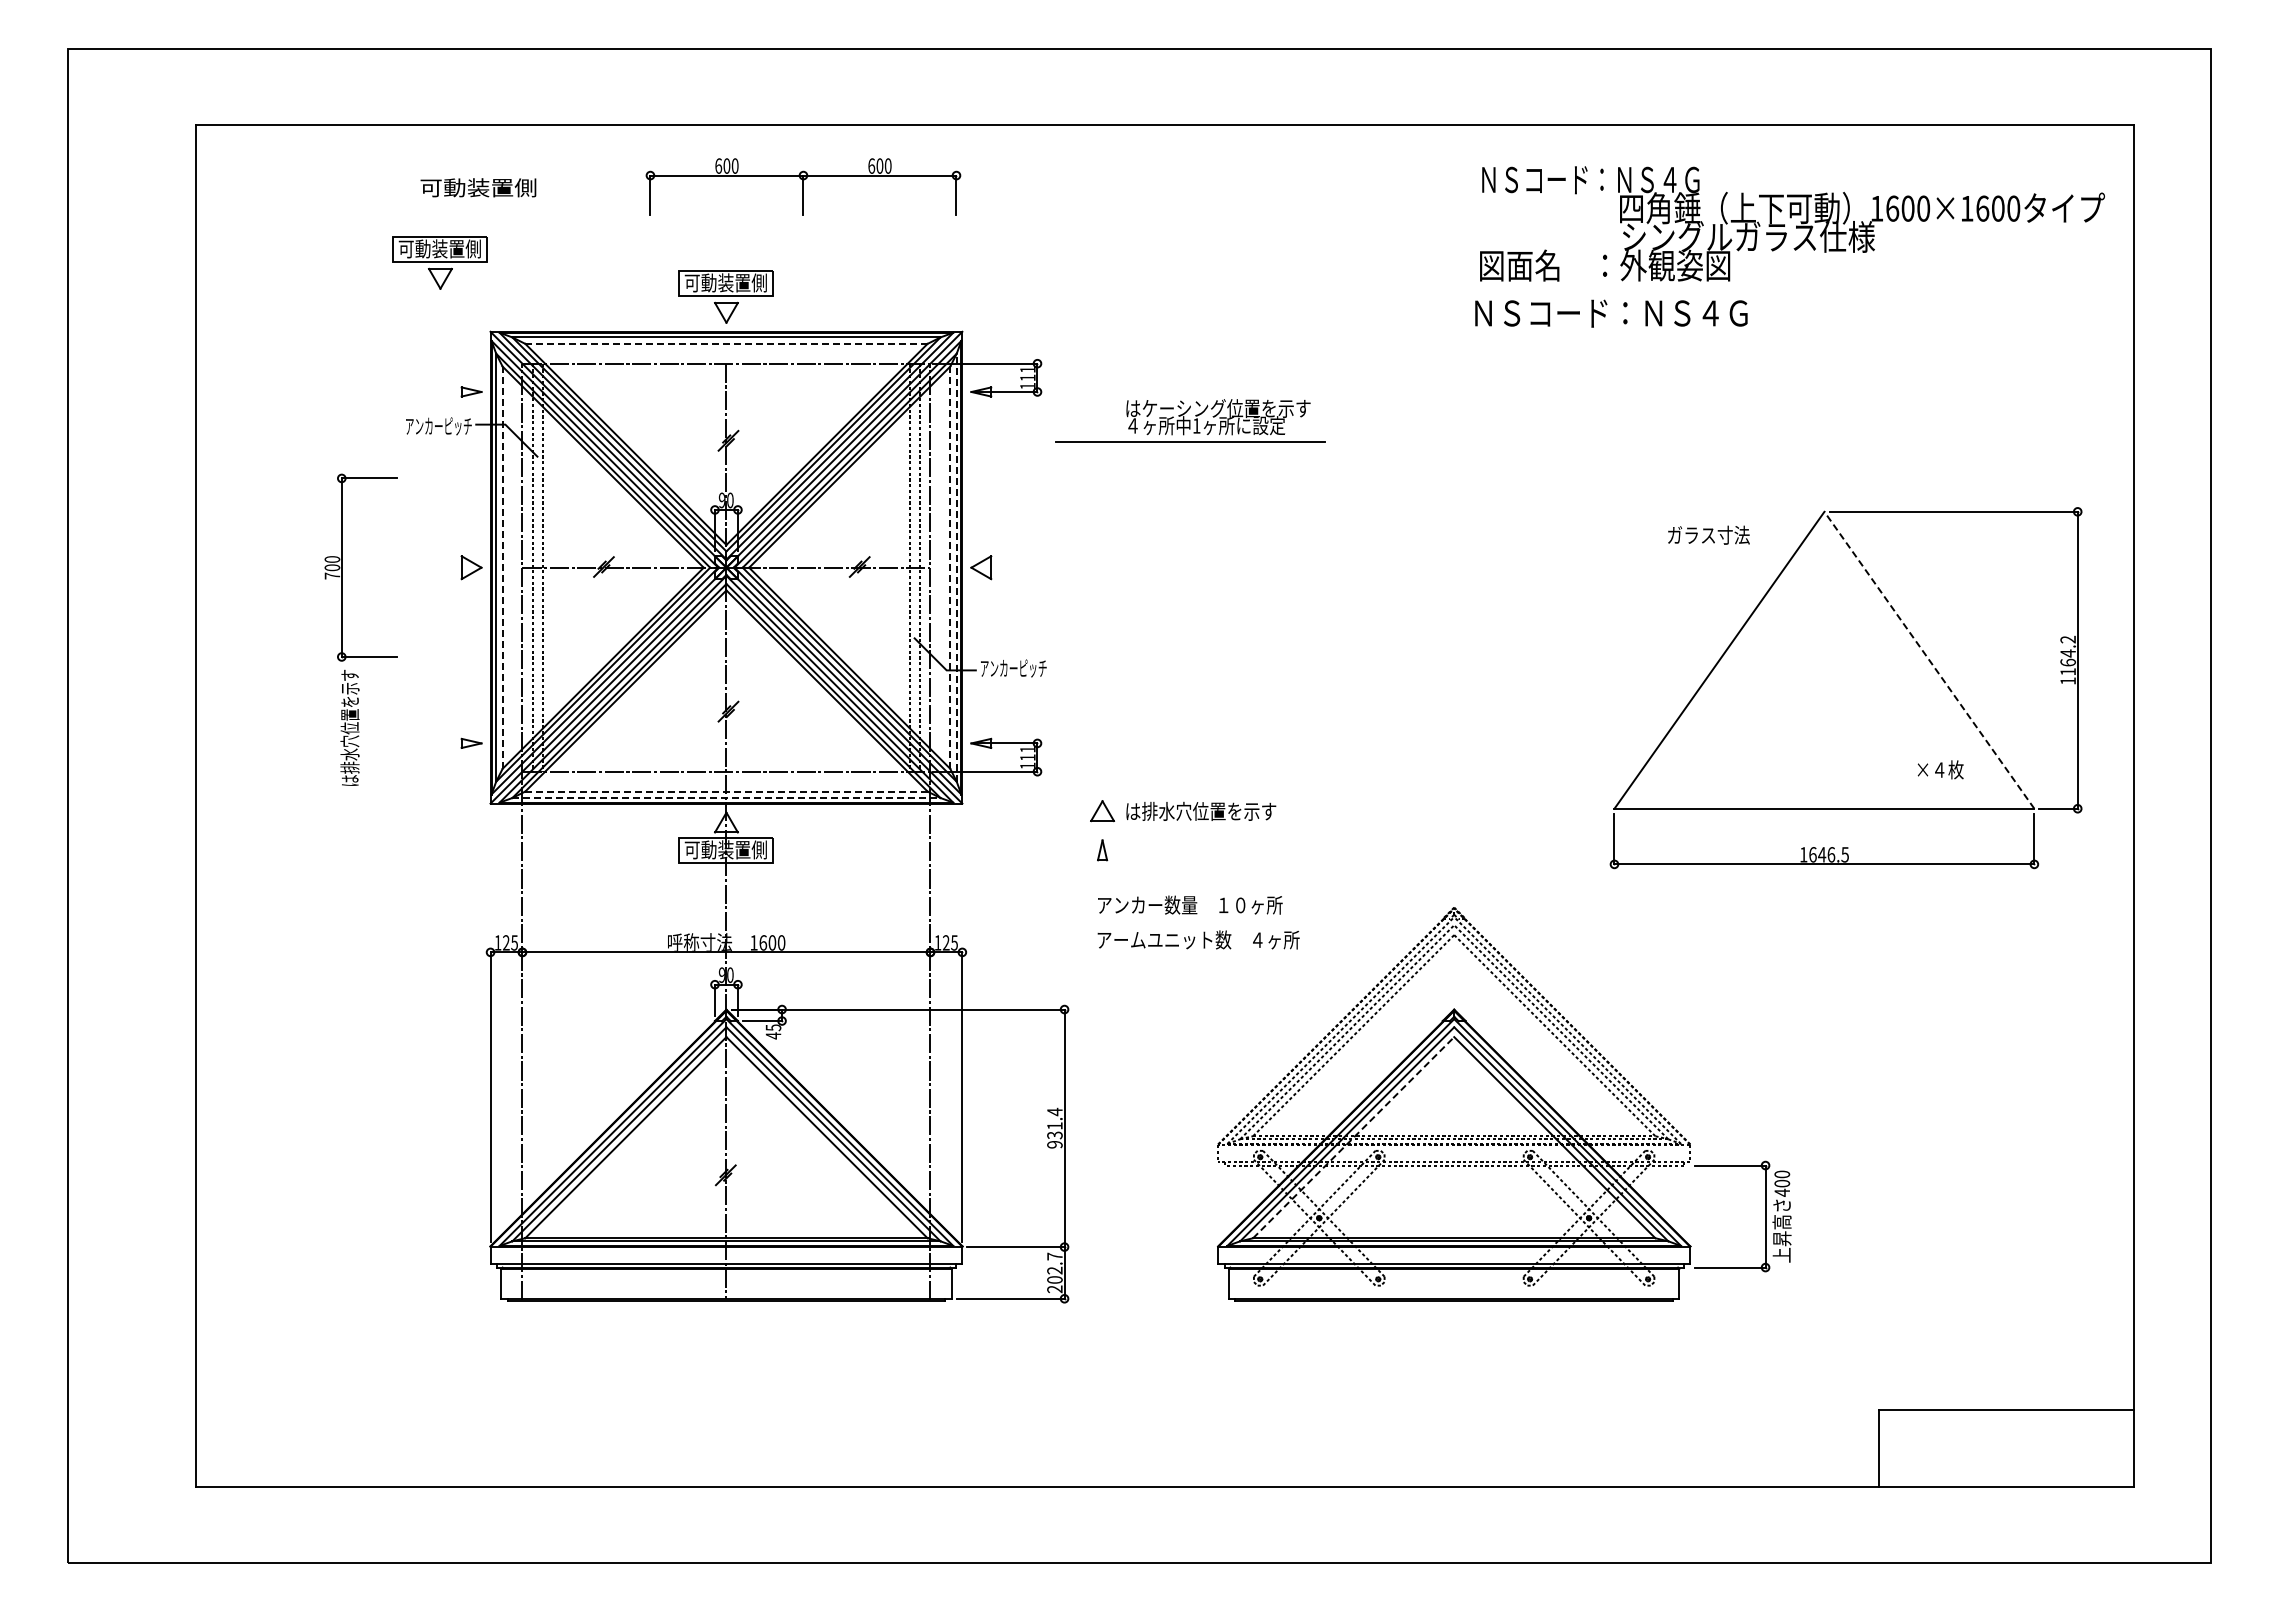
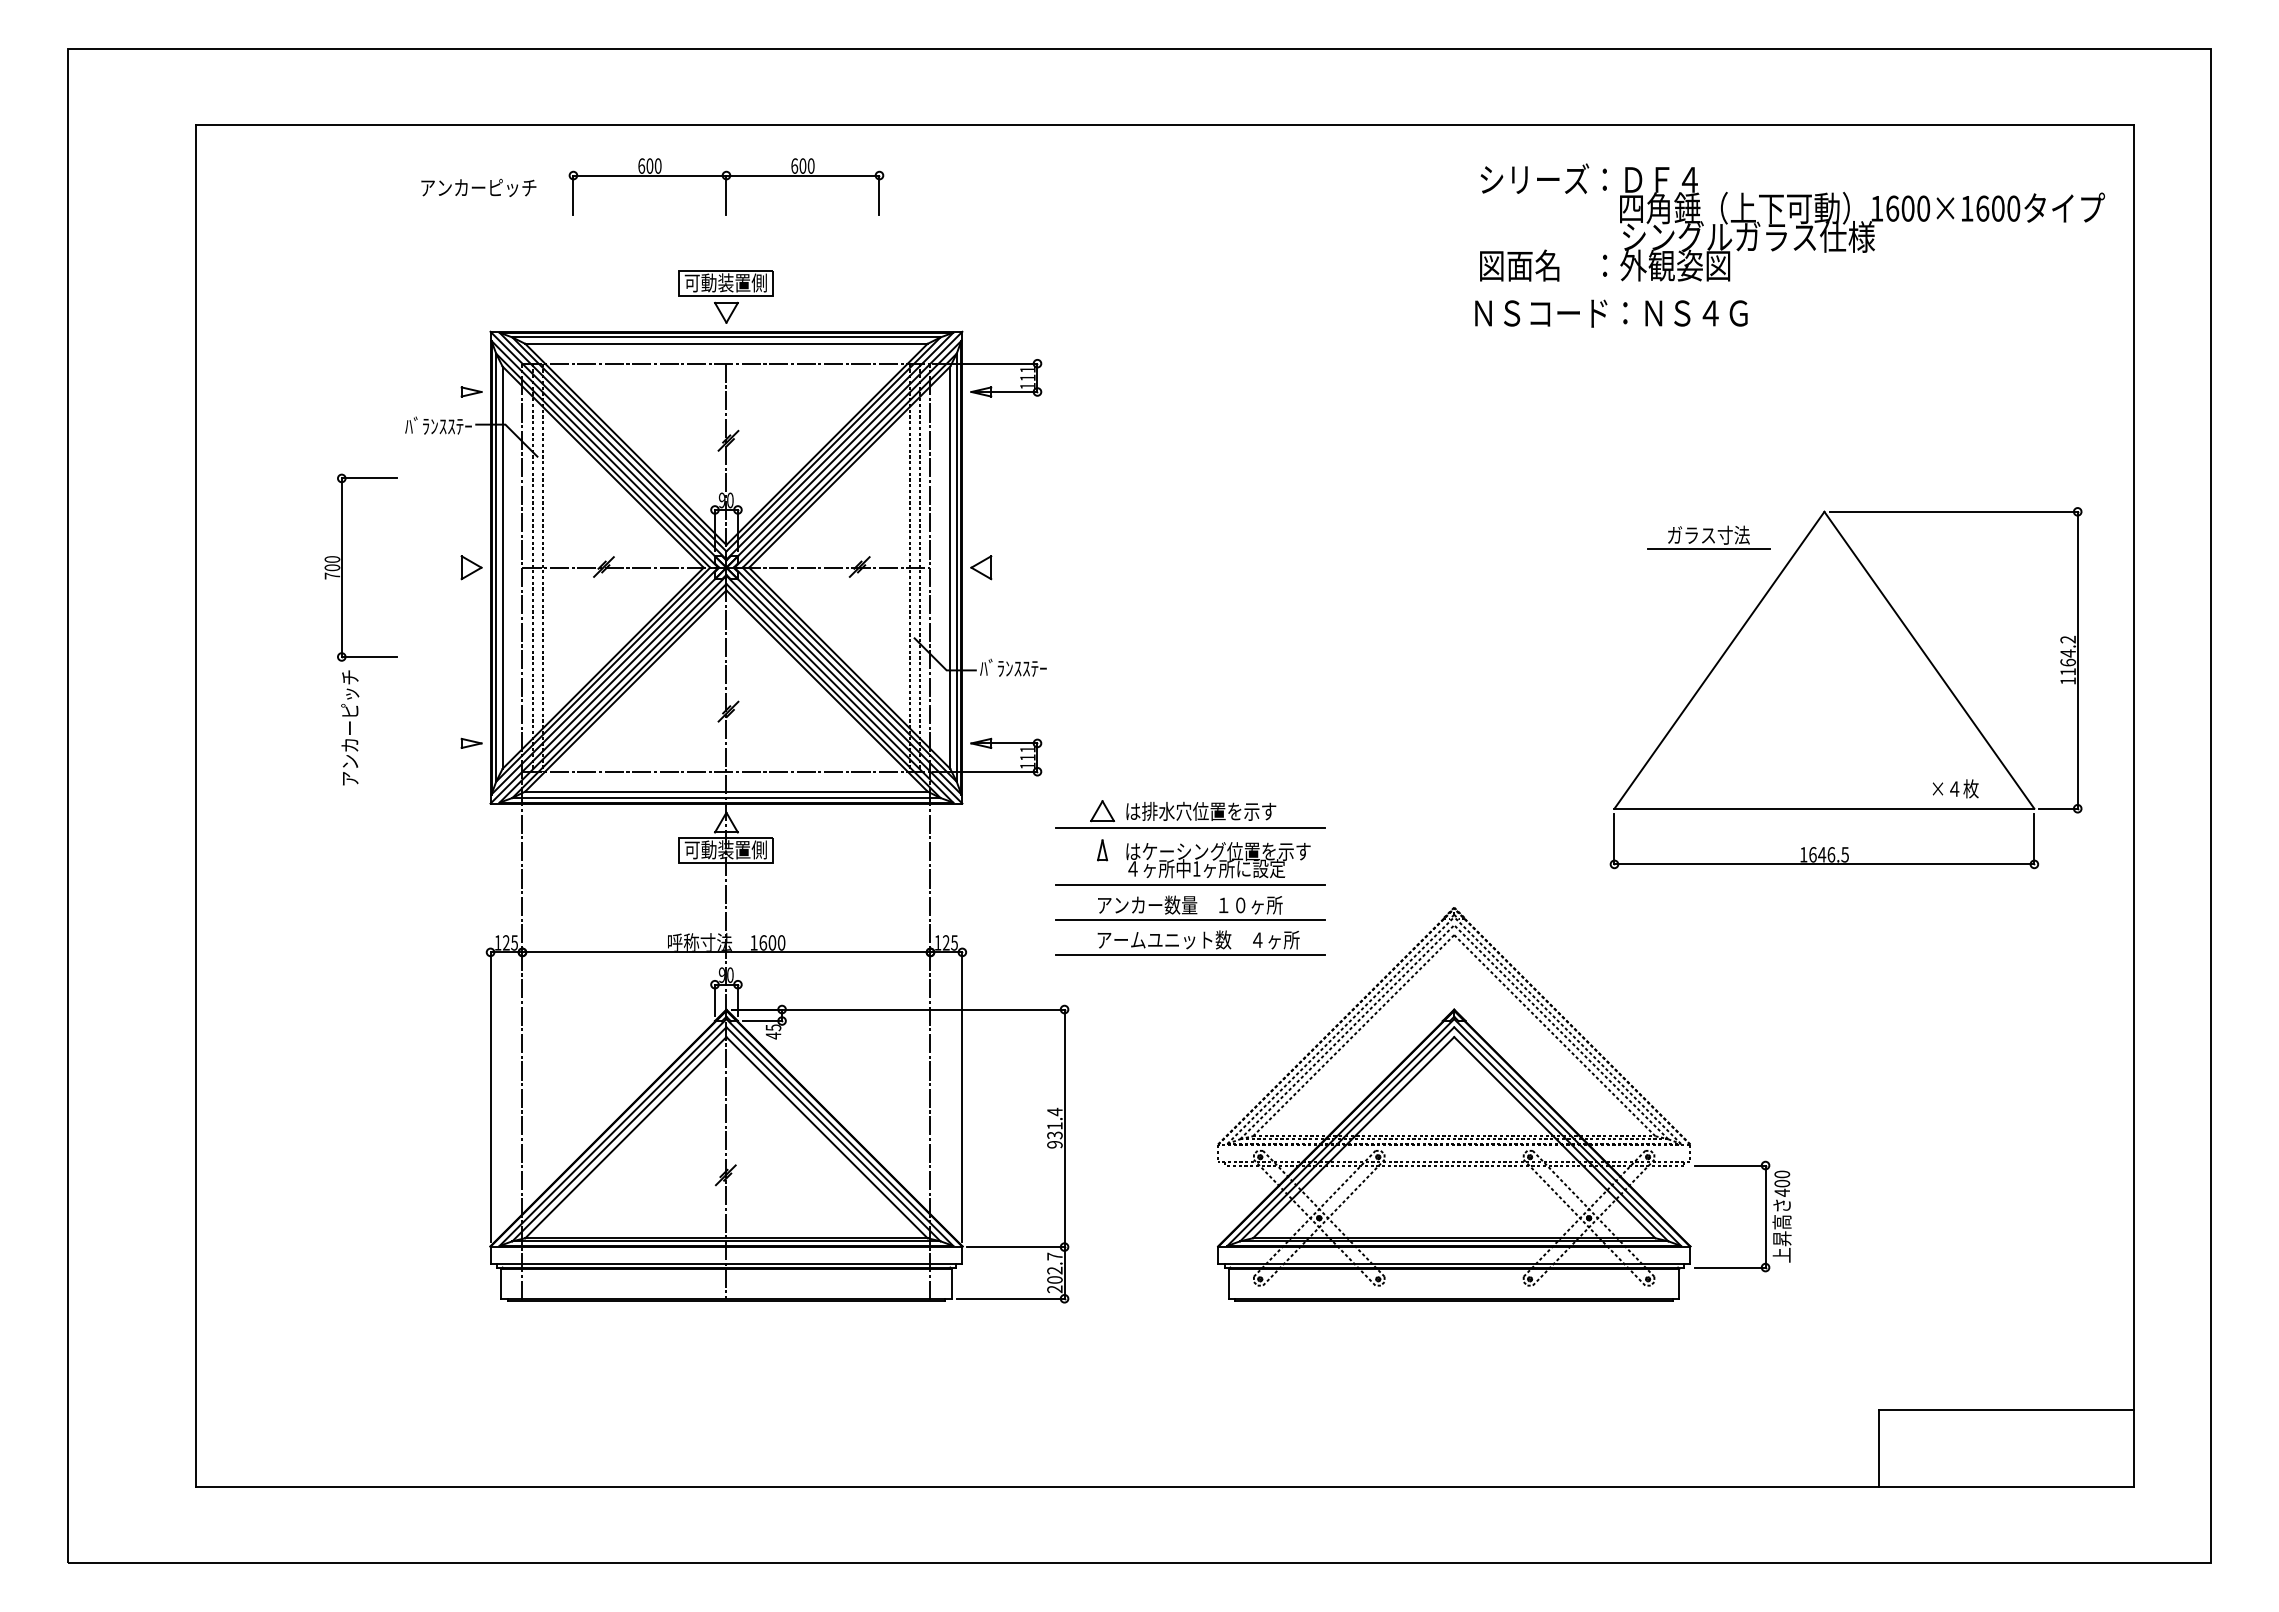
text at (1589, 178): ＮＳコード：ＮＳ４Ｇ -> シリーズ：ＤＦ４
part at (803, 186) position: (803, 186) -> (726, 186)
text at (478, 187): 可動装置側 -> アンカーピッチ
part at (439, 262): present -> none
line at (725, 343): dashed -> solid
part at (1190, 420) position: (1190, 420) -> (1190, 863)
text at (438, 425): アンカーピッチ -> ﾊﾞﾗﾝｽｽﾃｰ
line at (1709, 549): none -> present
line at (502, 567): dashed -> solid
line at (950, 567): dashed -> solid
line at (956, 567): dashed -> solid
line at (1929, 660): dashed -> solid
text at (1013, 667): アンカーピッチ -> ﾊﾞﾗﾝｽｽﾃｰ
text at (349, 727): は排水穴位置を示す -> アンカーピッチ
text at (1940, 769) position: (1940, 769) -> (1955, 788)
line at (726, 791): dashed -> solid
line at (726, 797): dashed -> solid
line at (1190, 828): none -> present
line at (1190, 920): none -> present
line at (1190, 955): none -> present
line at (1354, 1137): dashed -> solid
